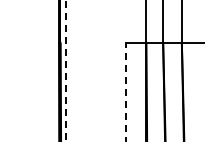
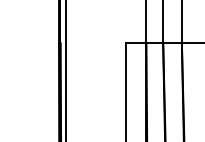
line at (66, 71): dashed -> solid
line at (126, 92): dashed -> solid
